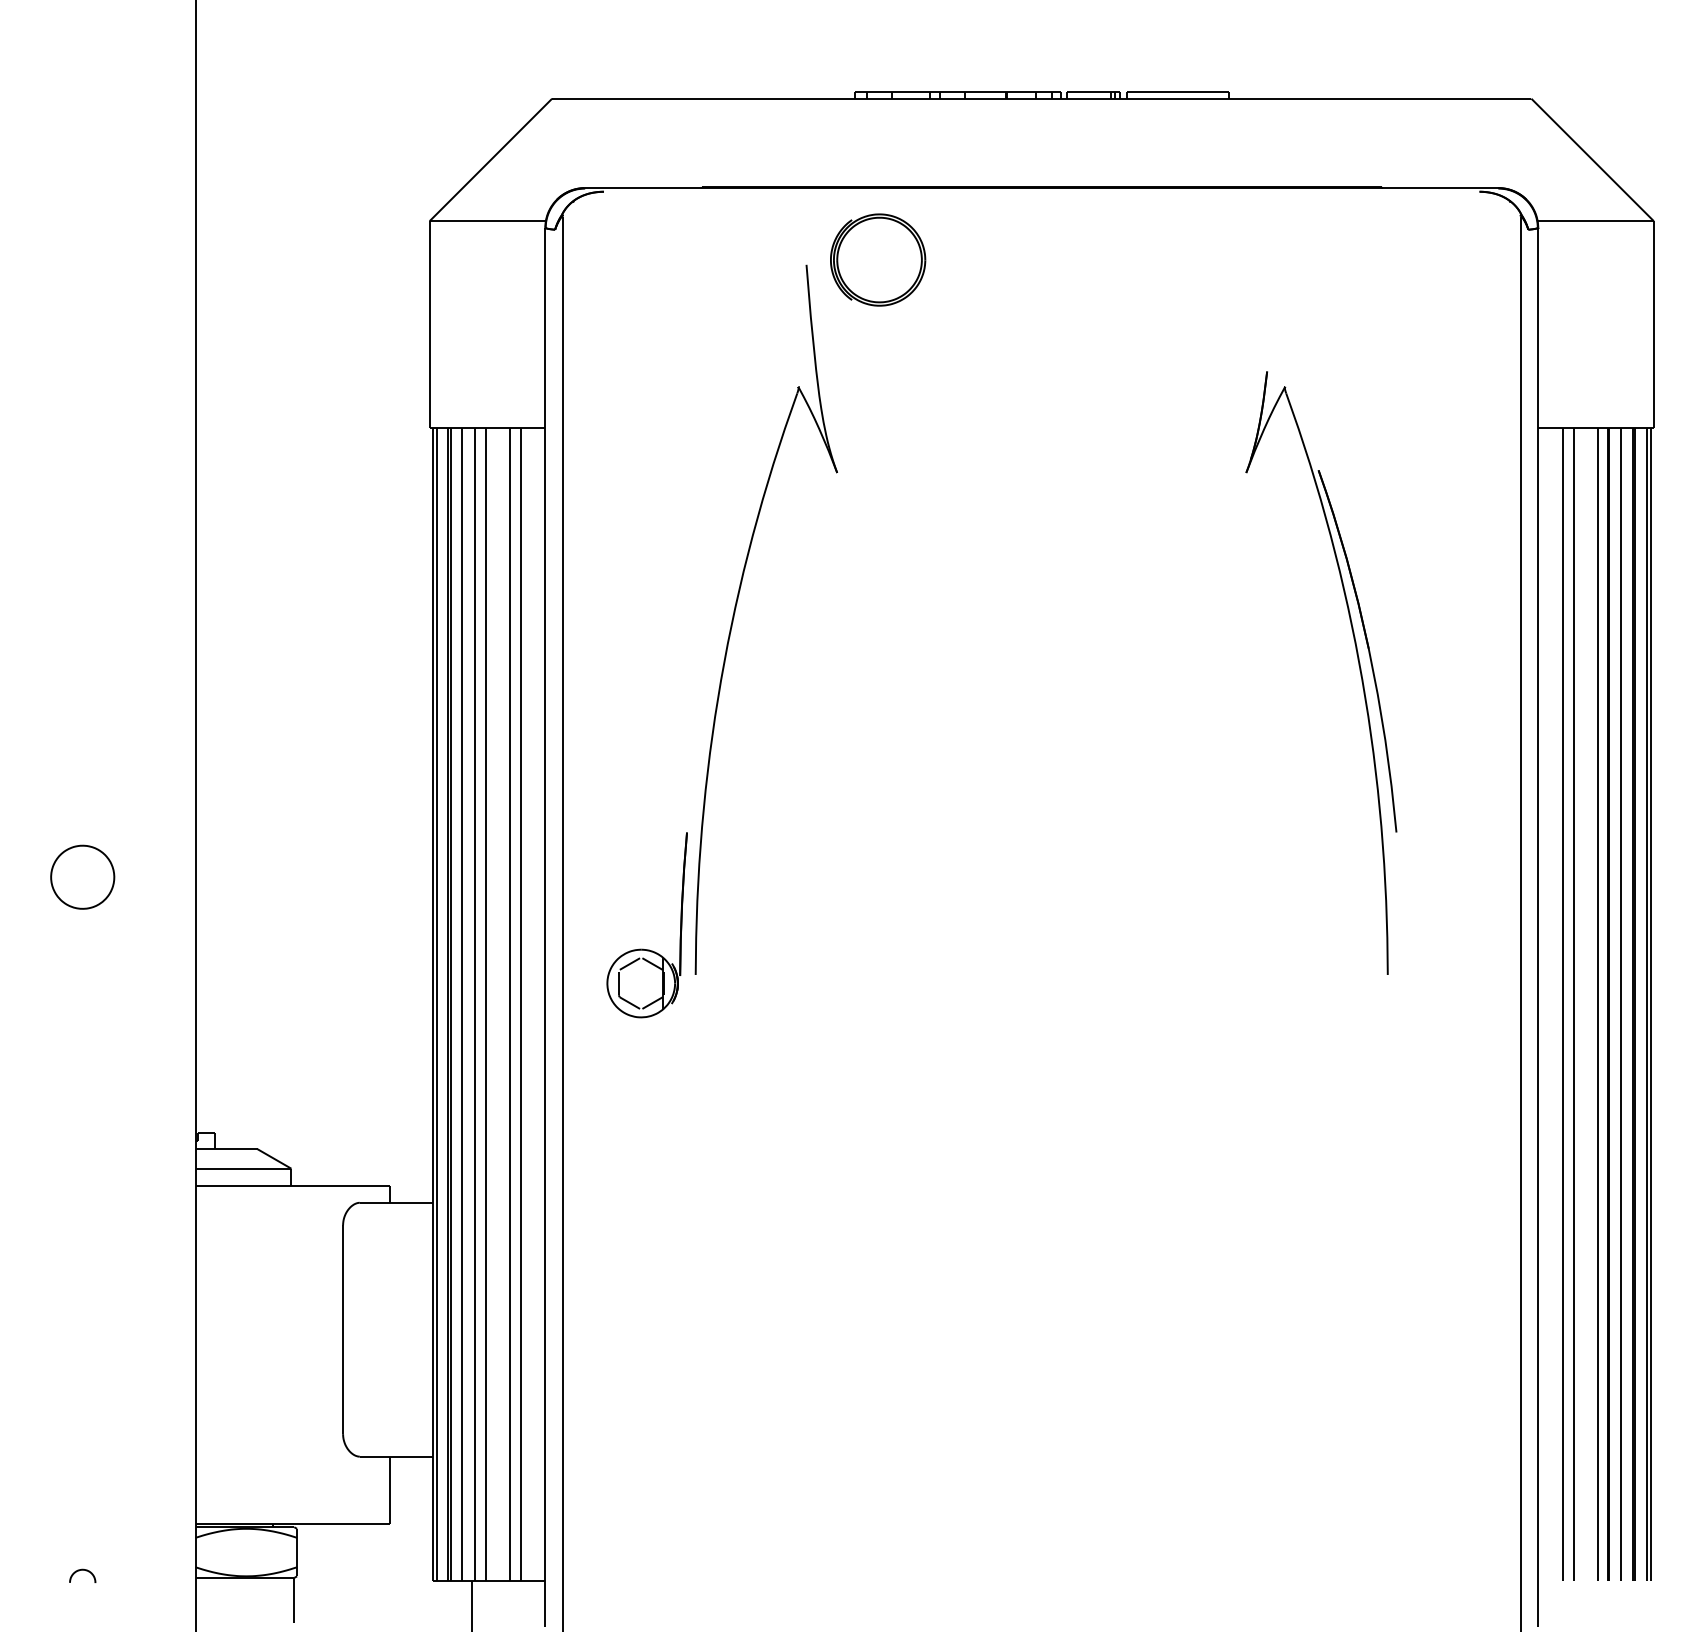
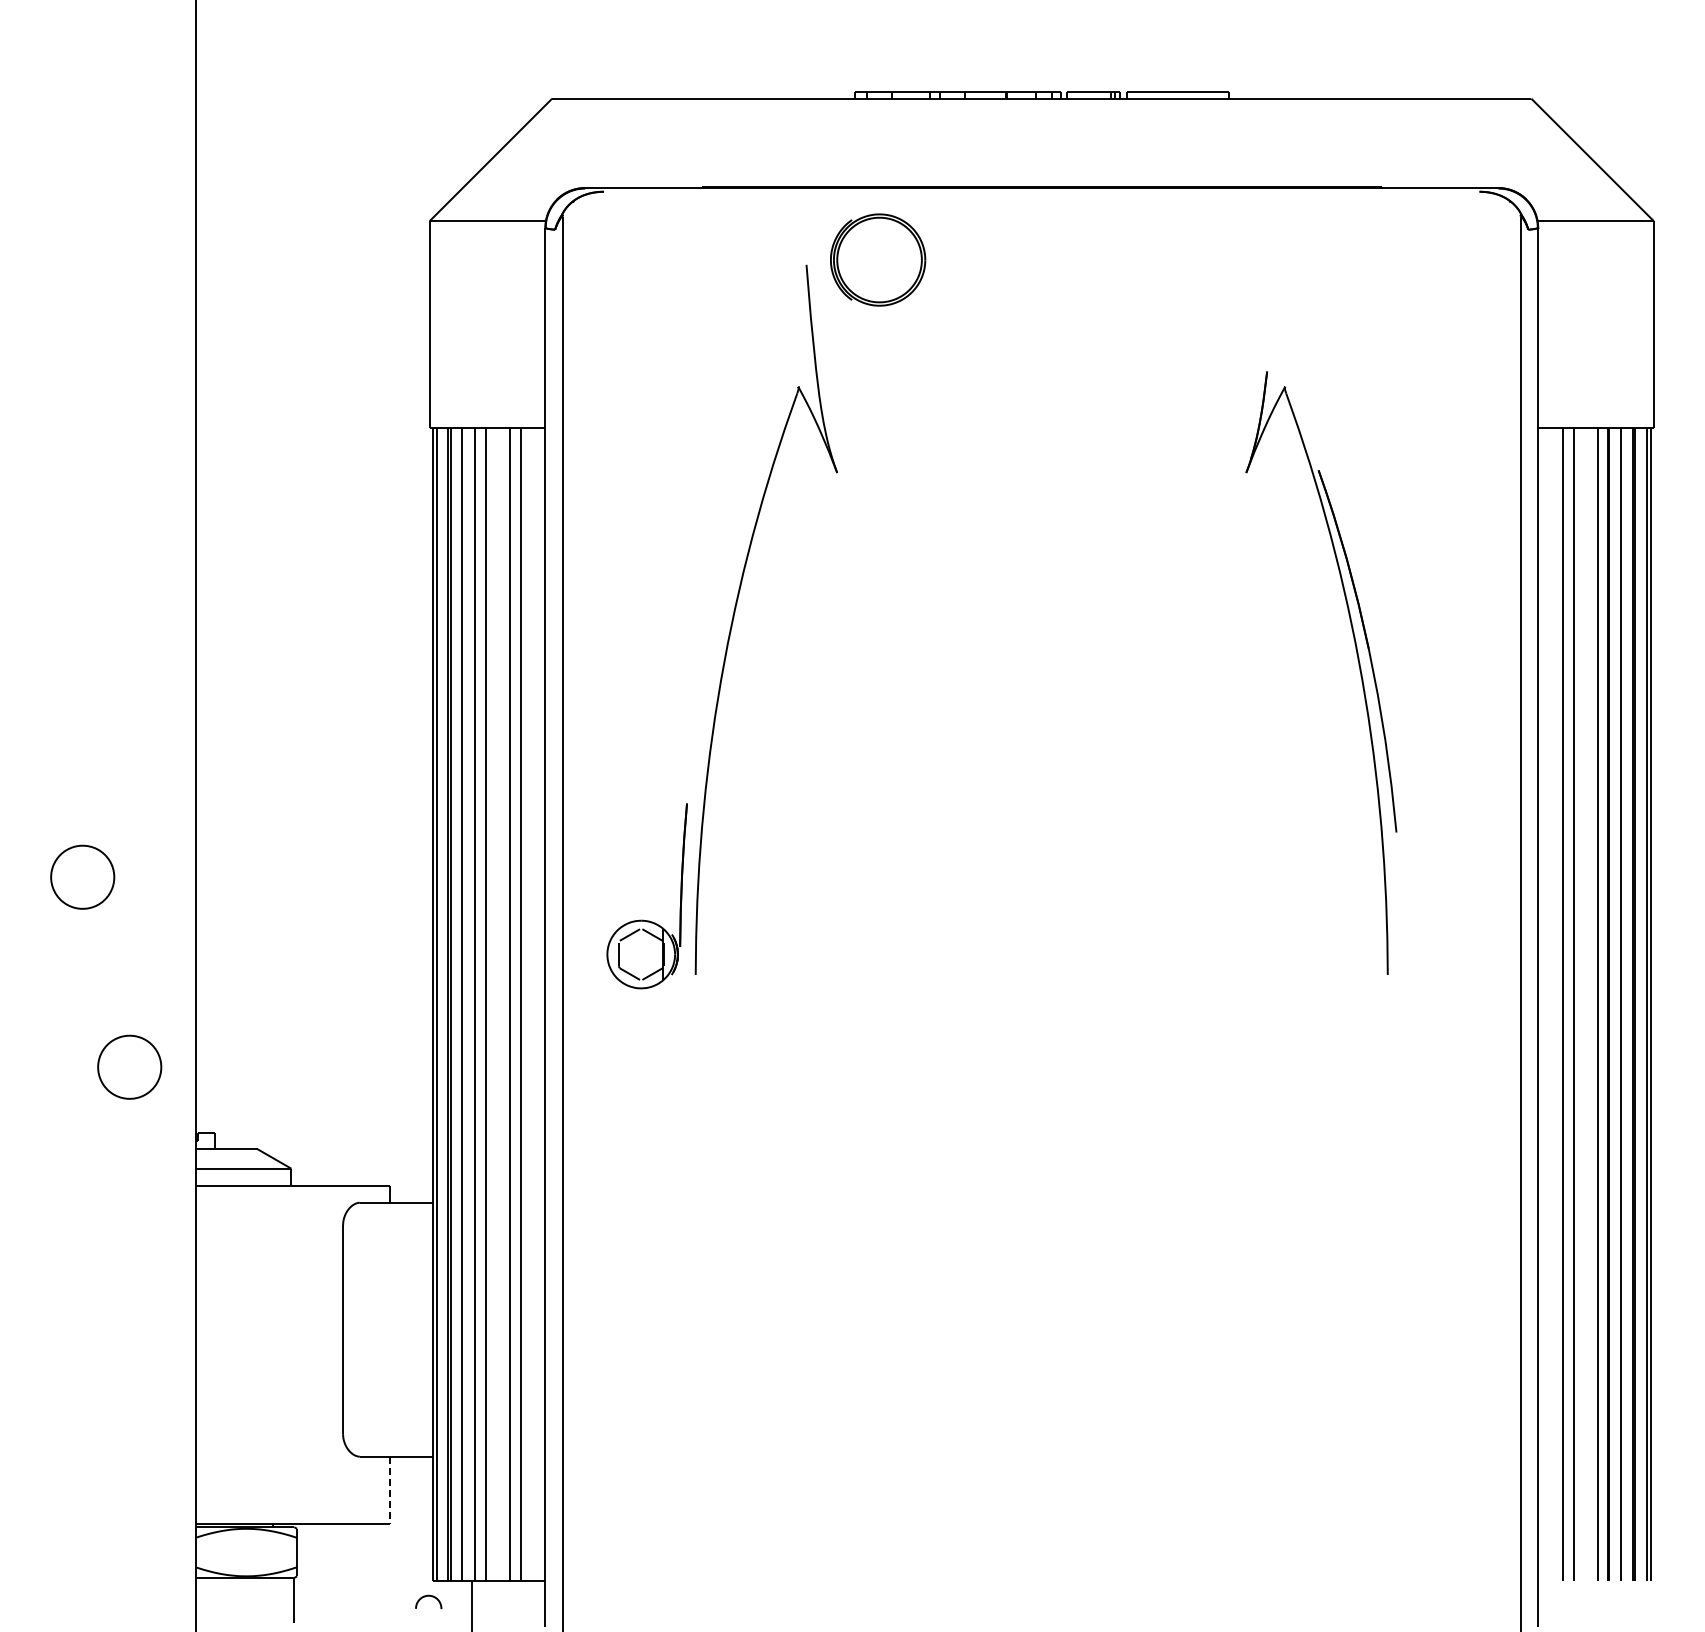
part at (643, 948) position: (643, 948) -> (643, 919)
part at (129, 1066): none -> present
line at (390, 1490): solid -> dashed
curve at (82, 1570) position: (82, 1570) -> (428, 1596)
